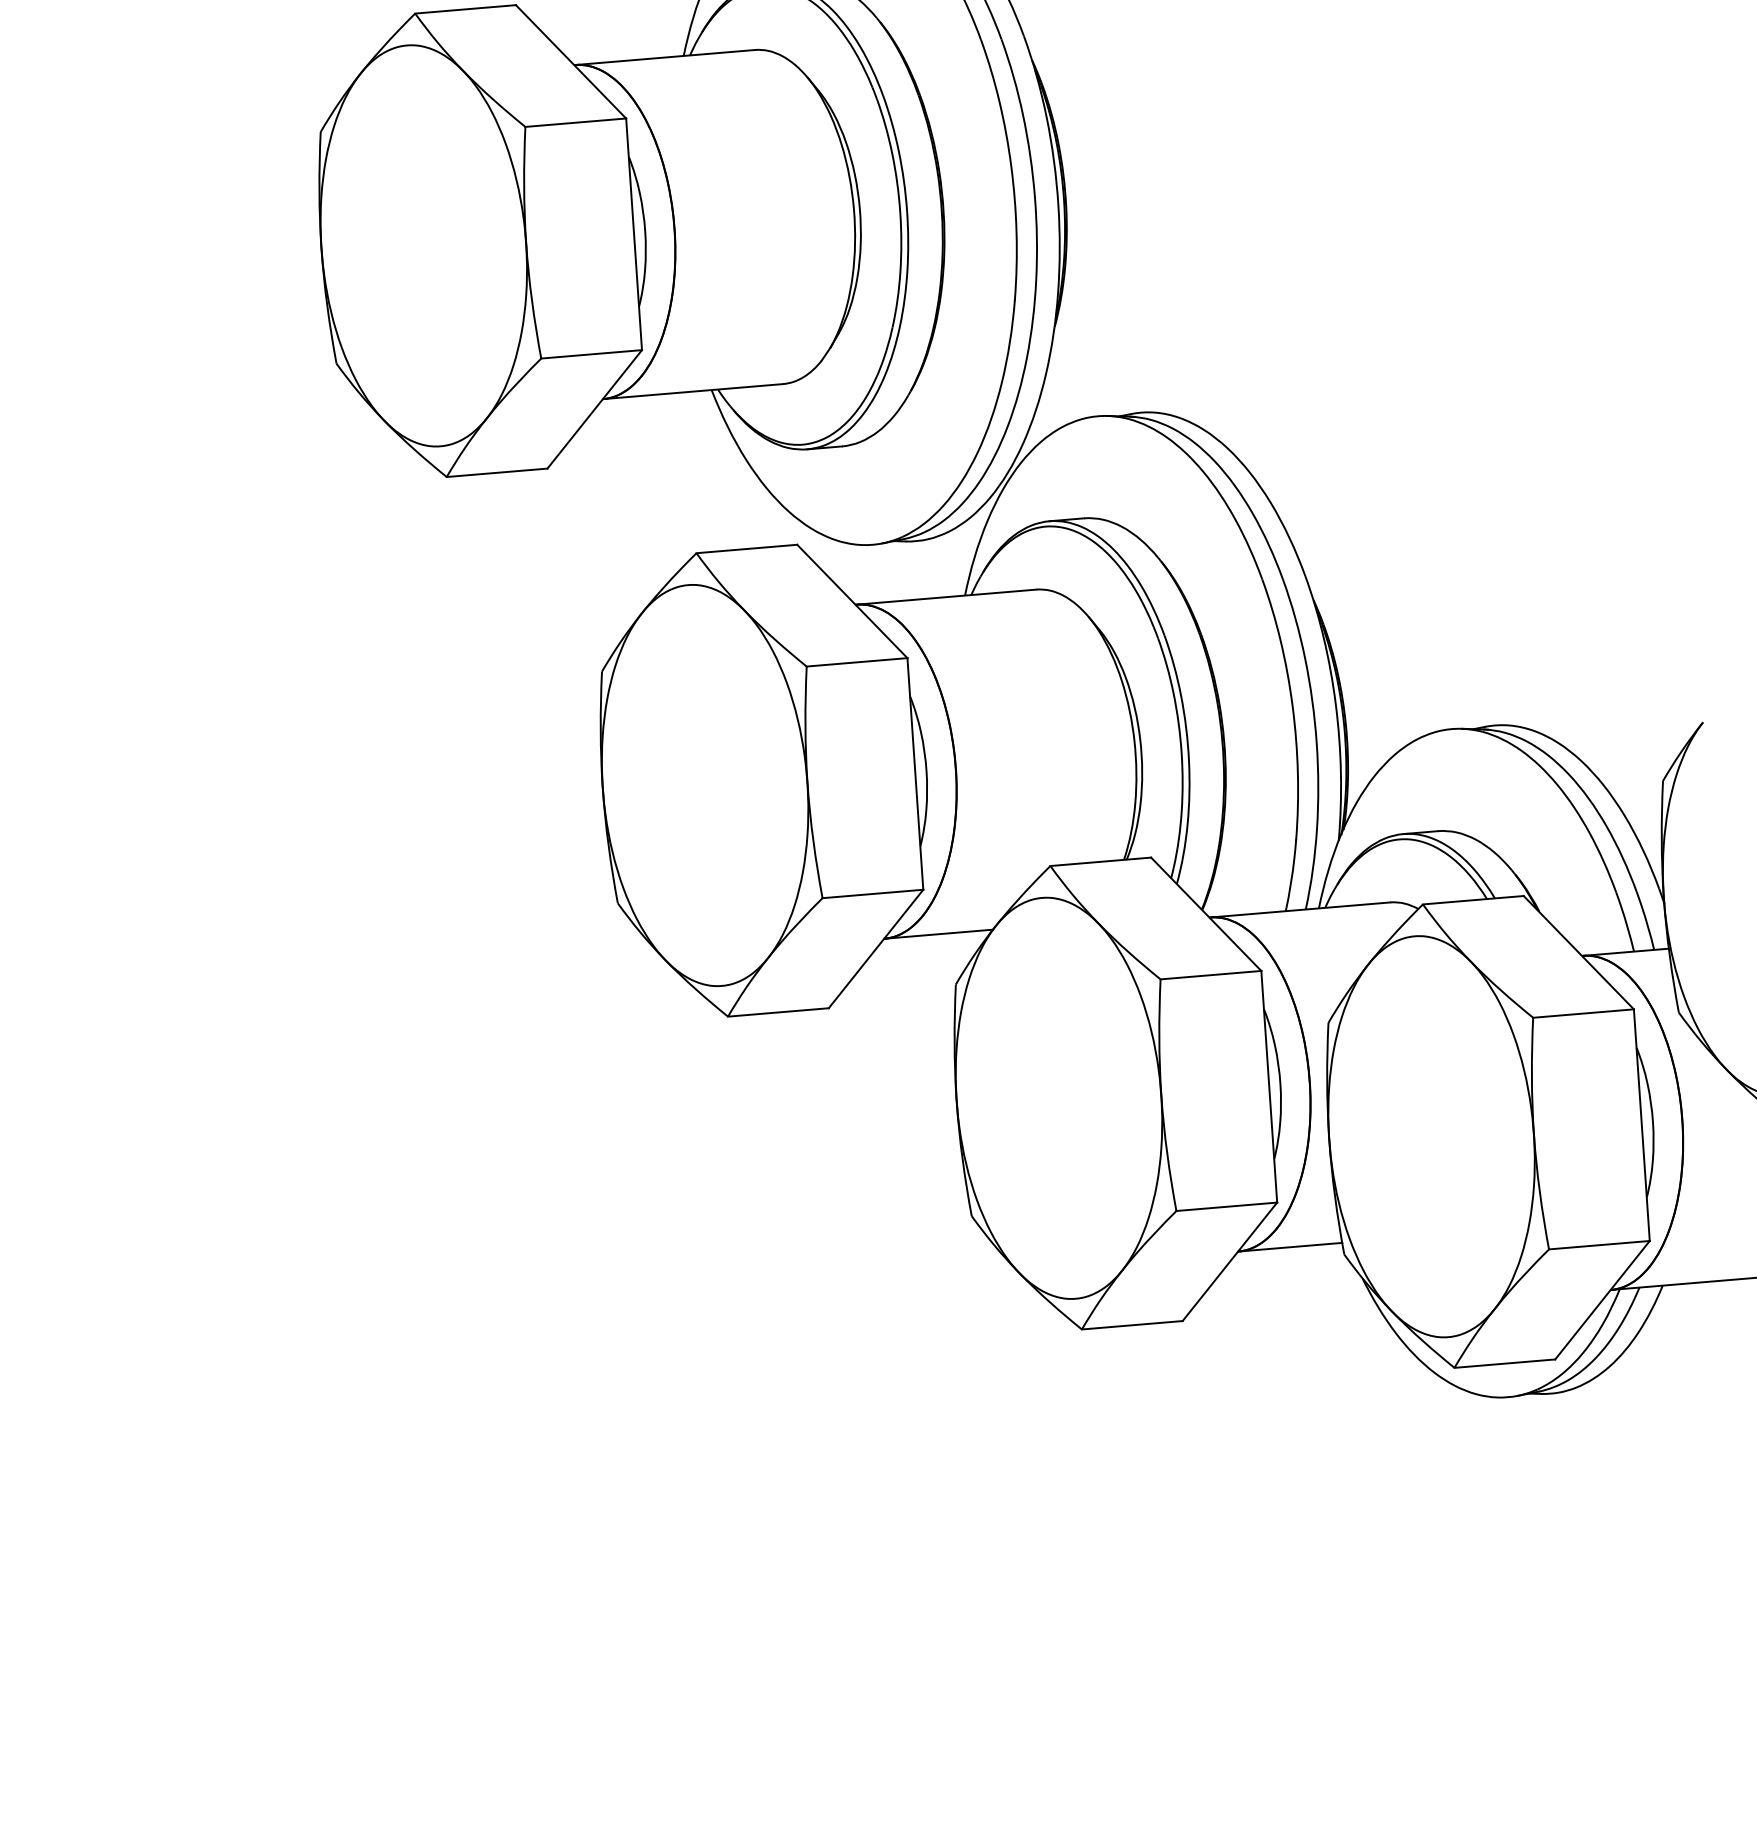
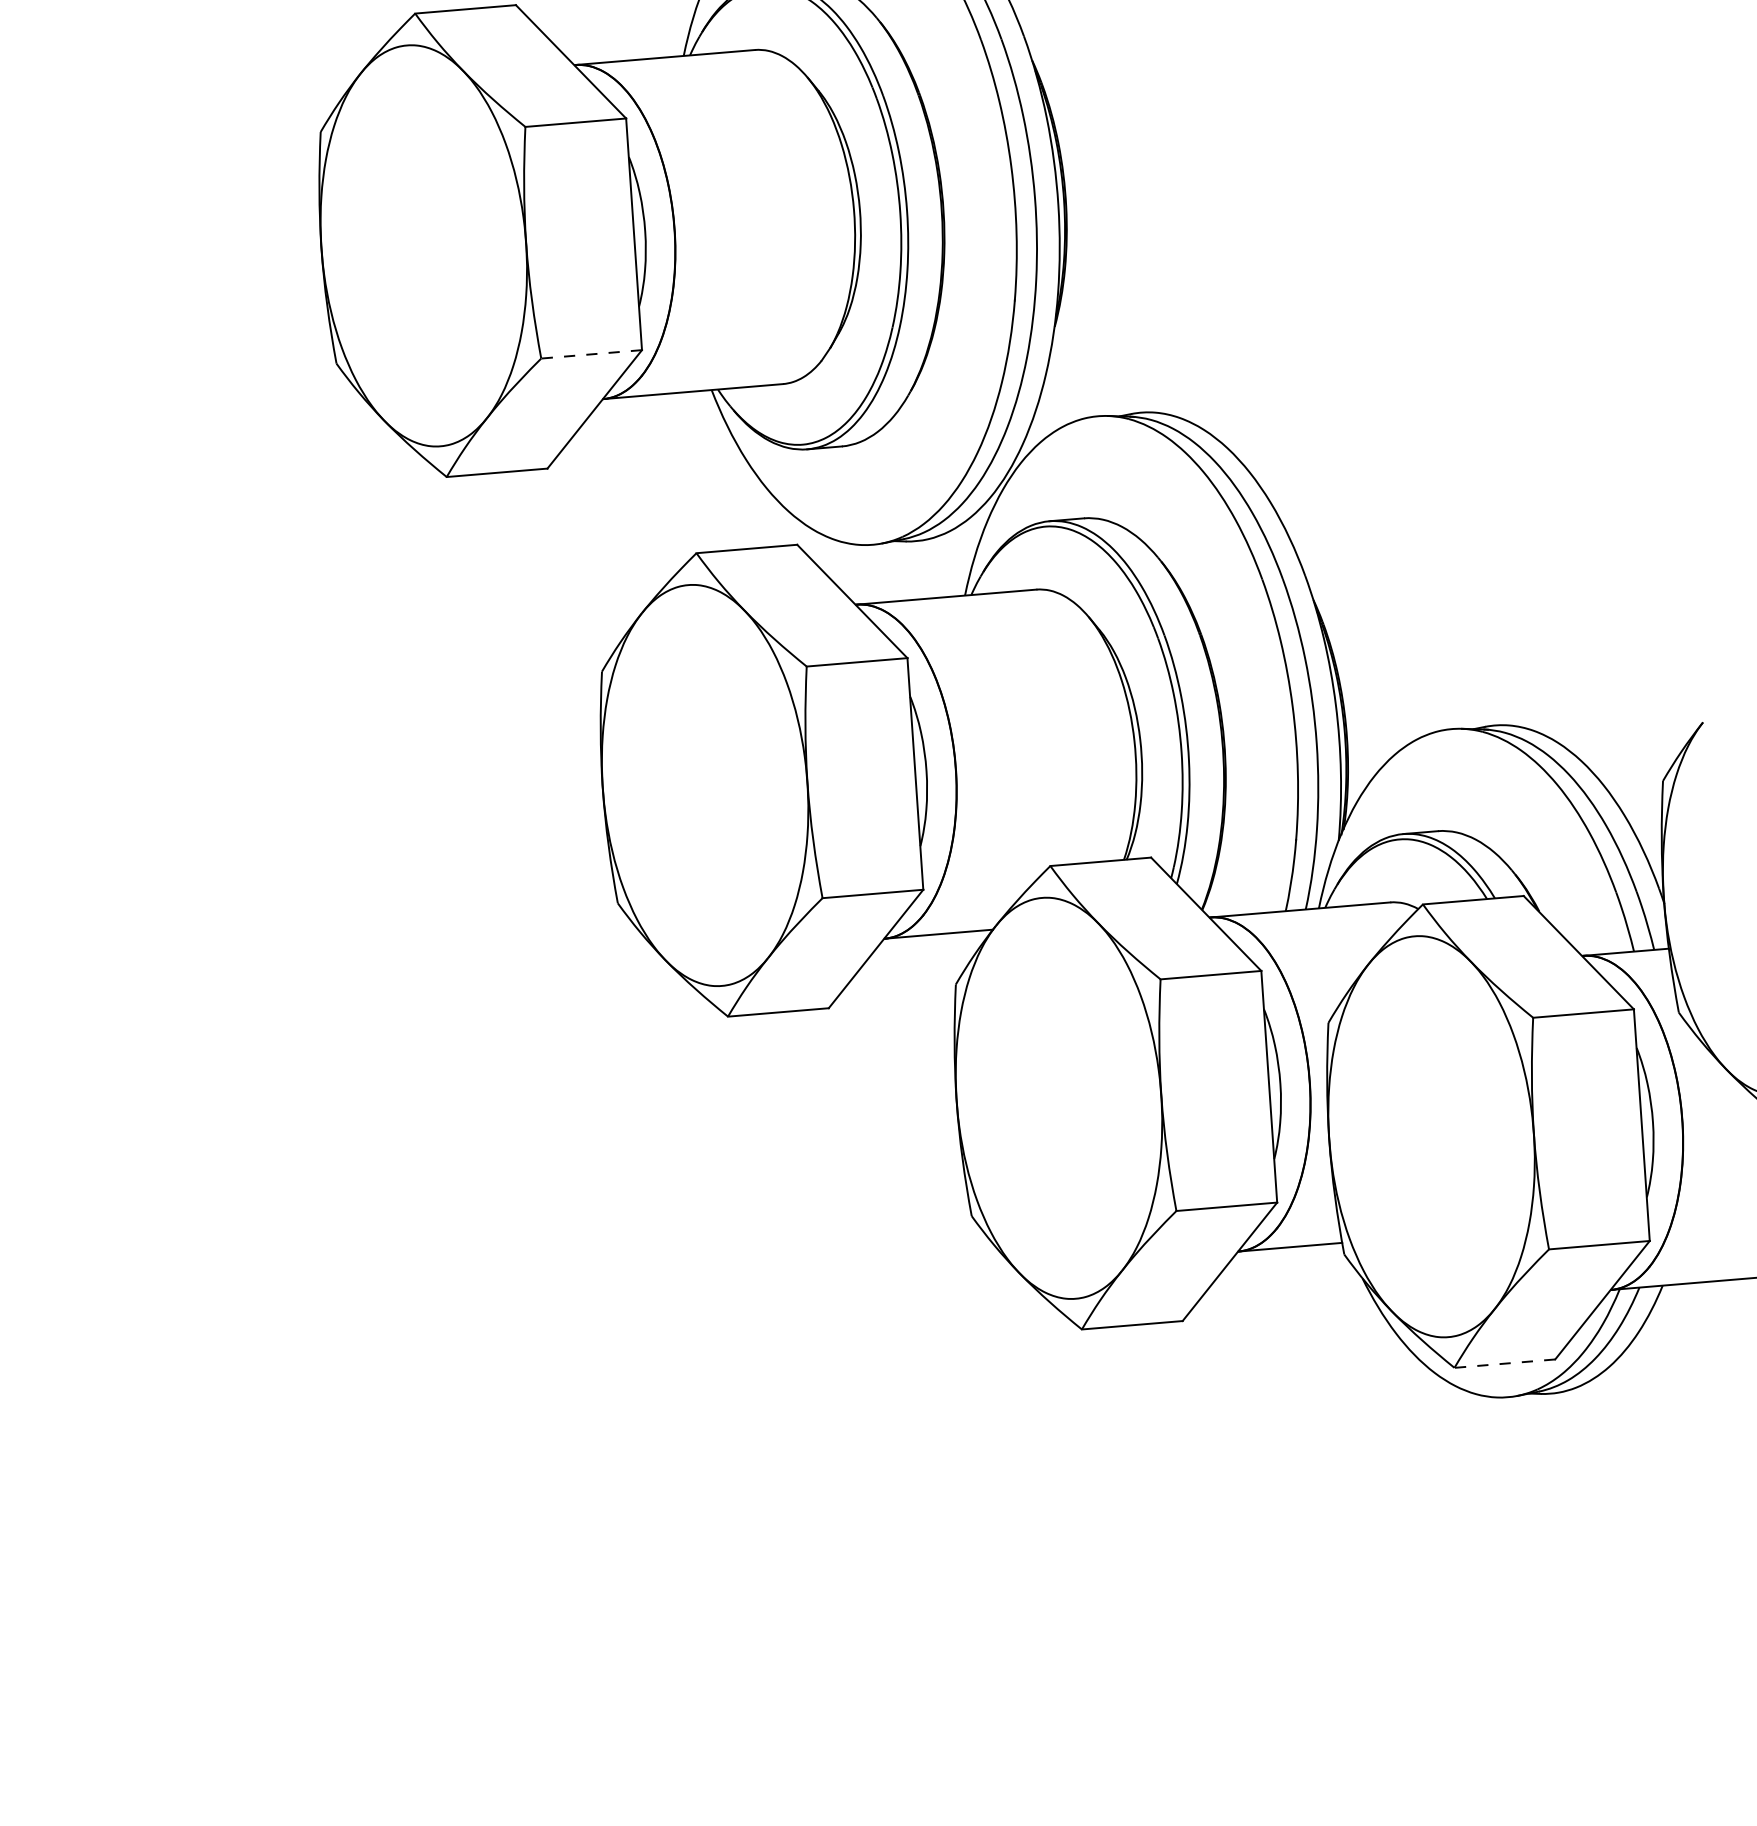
line at (591, 354): solid -> dashed
line at (1504, 1363): solid -> dashed
